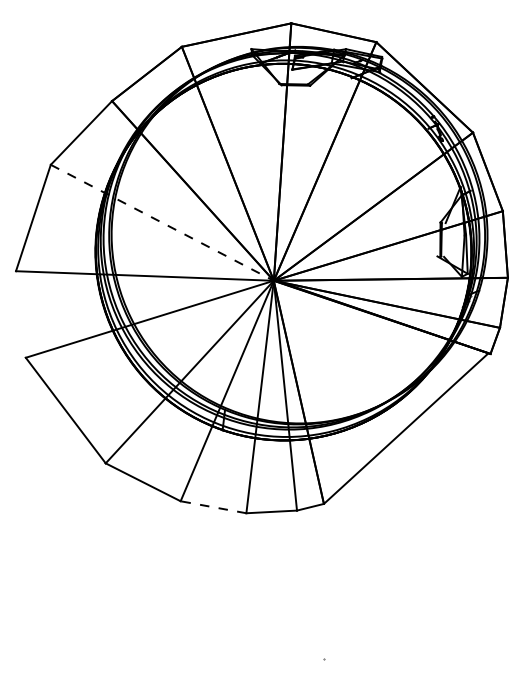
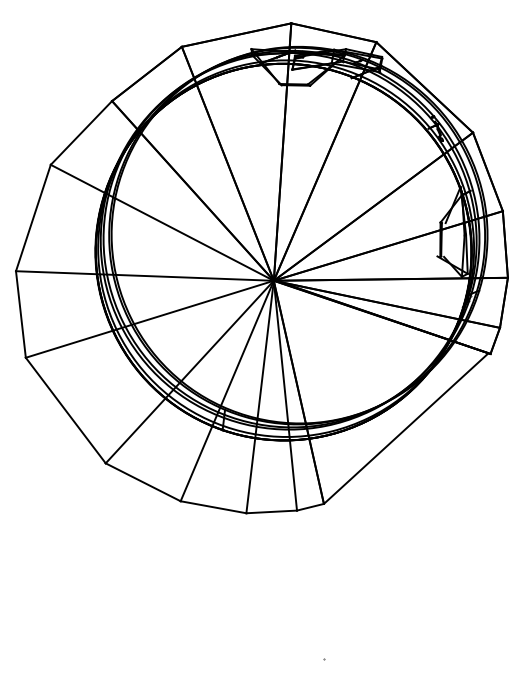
line at (162, 222): dashed -> solid
line at (20, 314): none -> present
line at (213, 507): dashed -> solid
